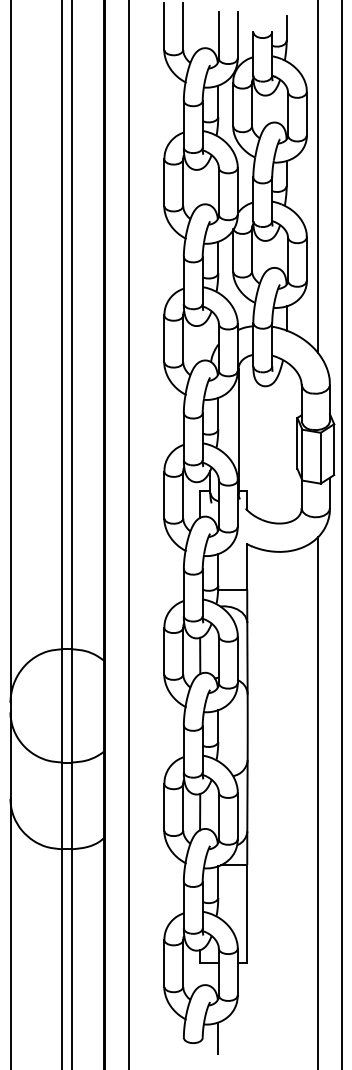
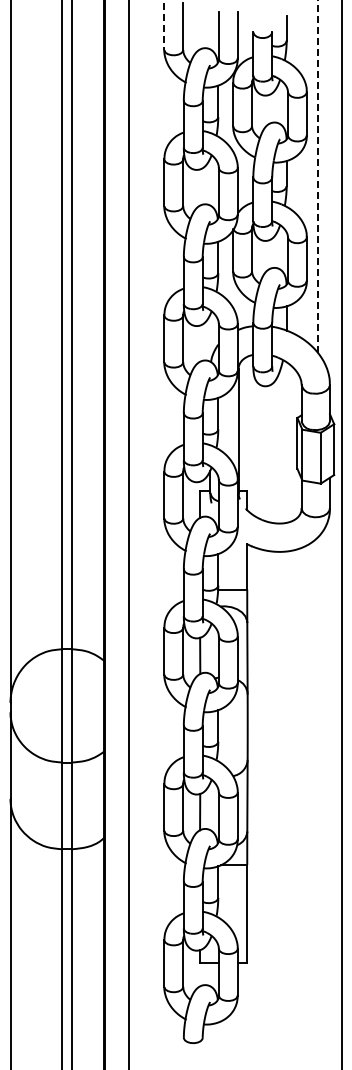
line at (164, 27): solid -> dashed
line at (317, 176): solid -> dashed
line at (317, 801): present -> none
line at (218, 1038): present -> none
